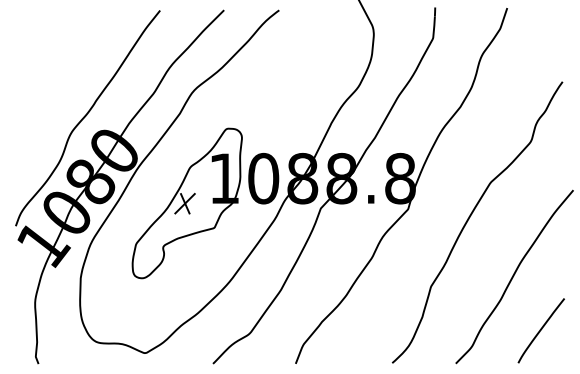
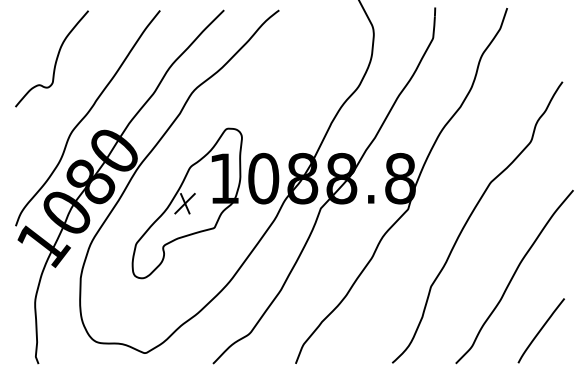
curve at (55, 59): none -> present
